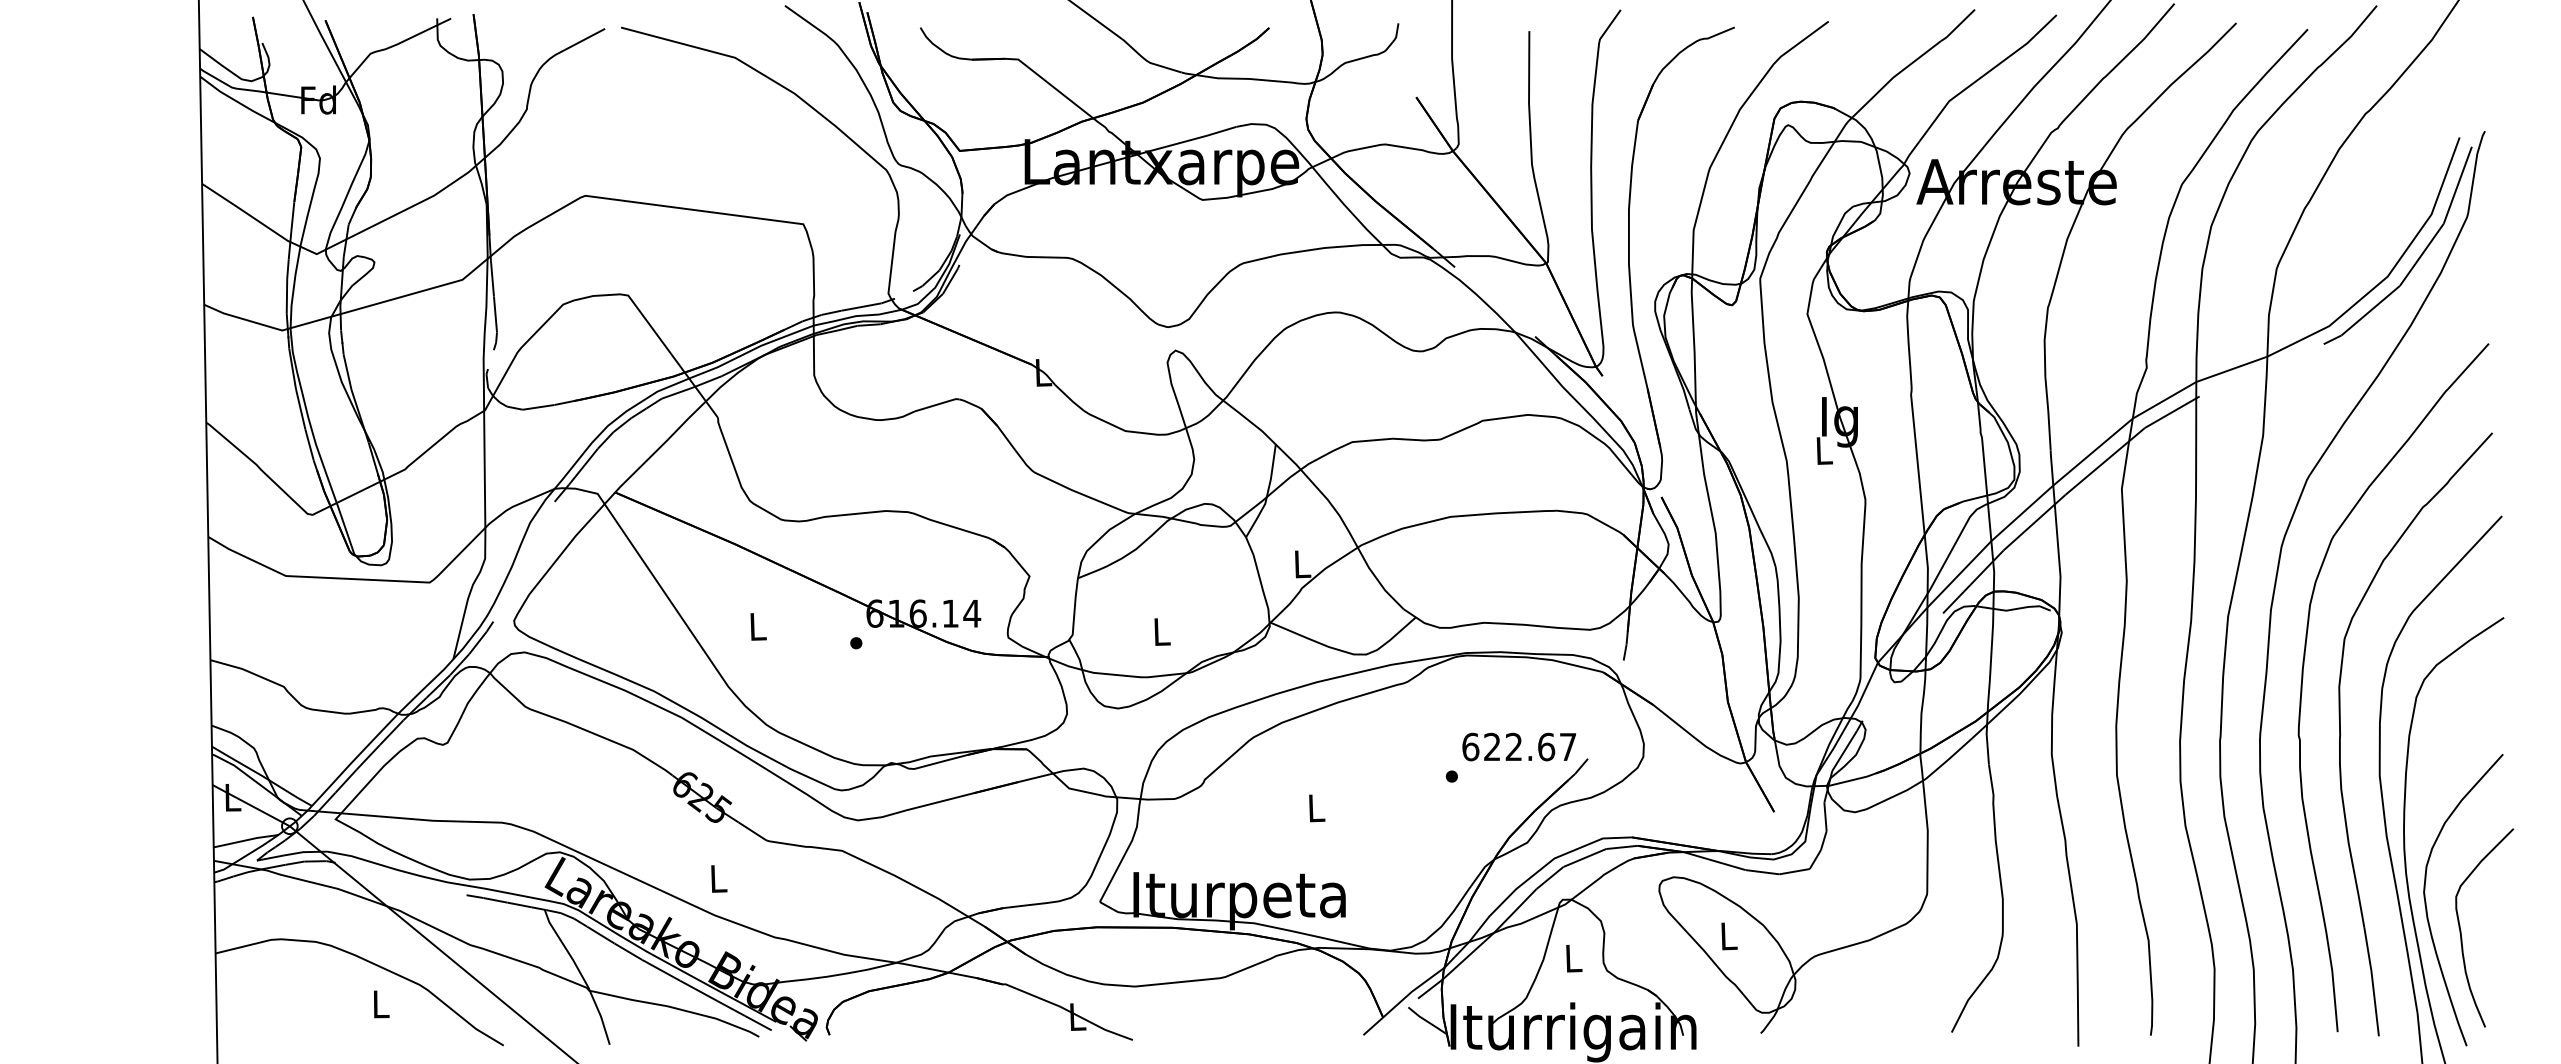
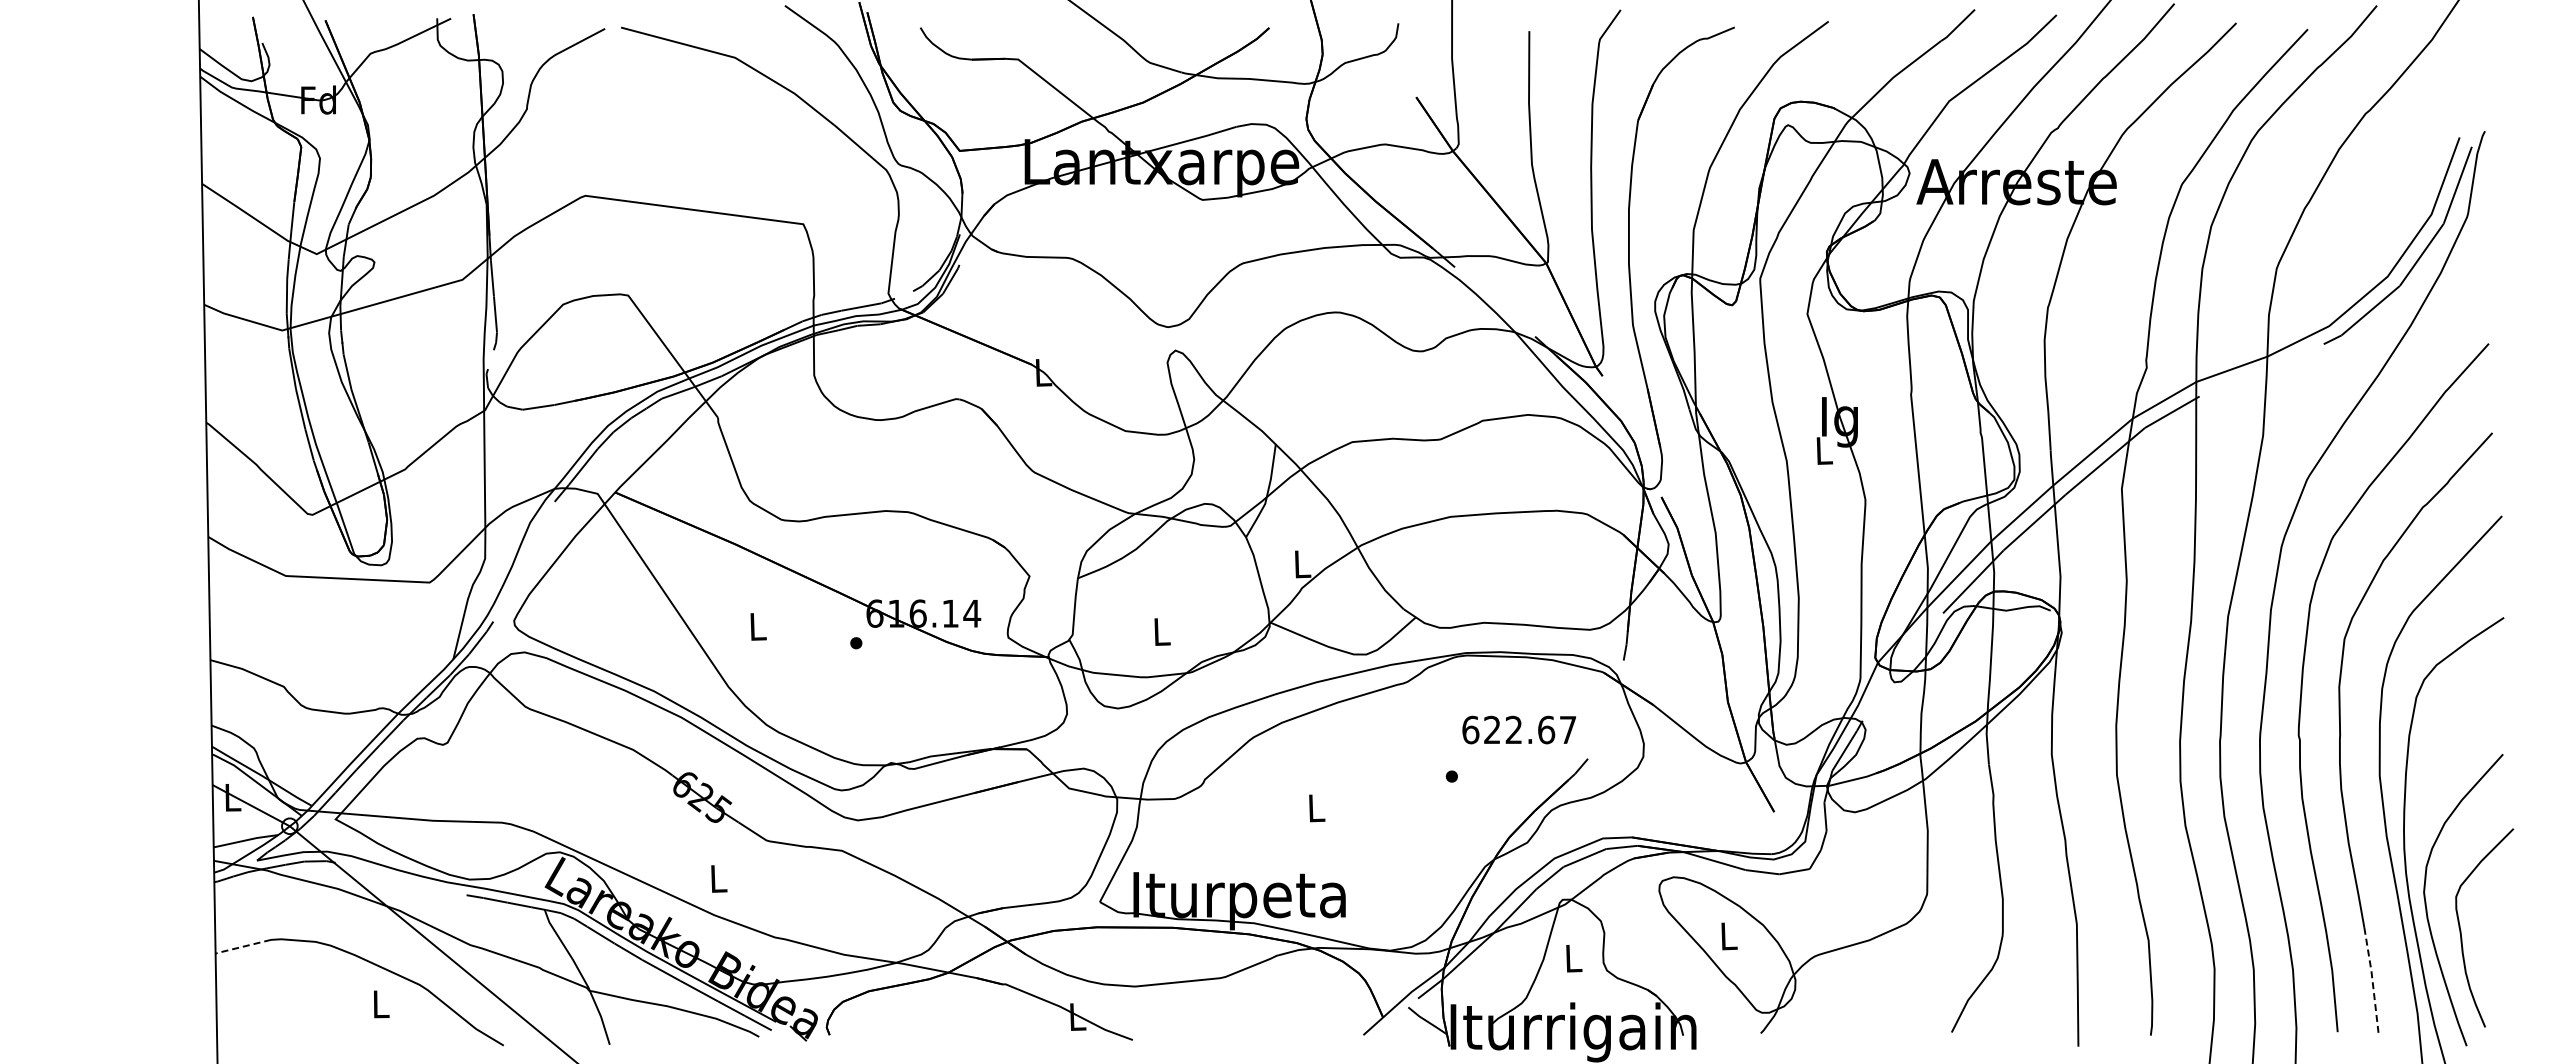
text at (1518, 746) position: (1518, 746) -> (1518, 729)
line at (242, 946): solid -> dashed
line at (2372, 981): solid -> dashed
